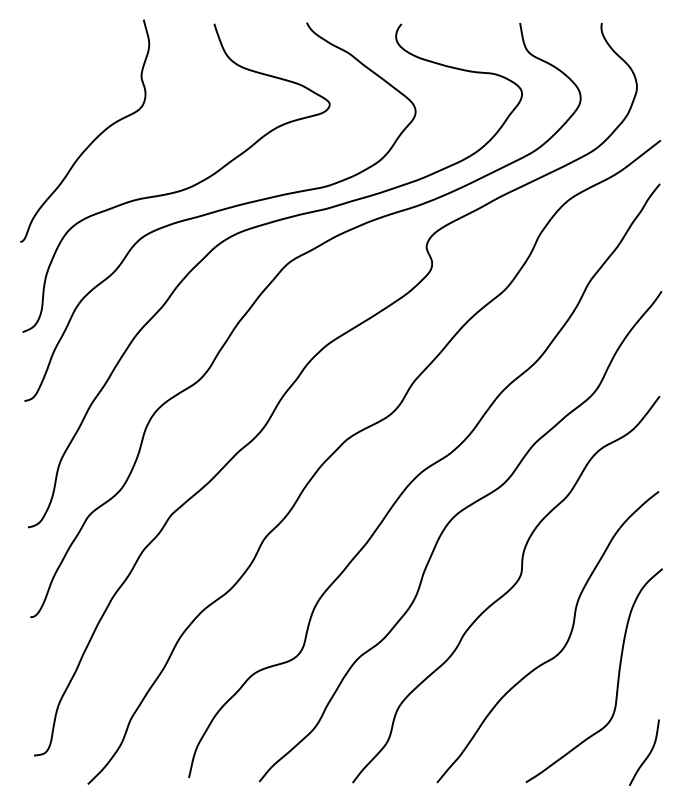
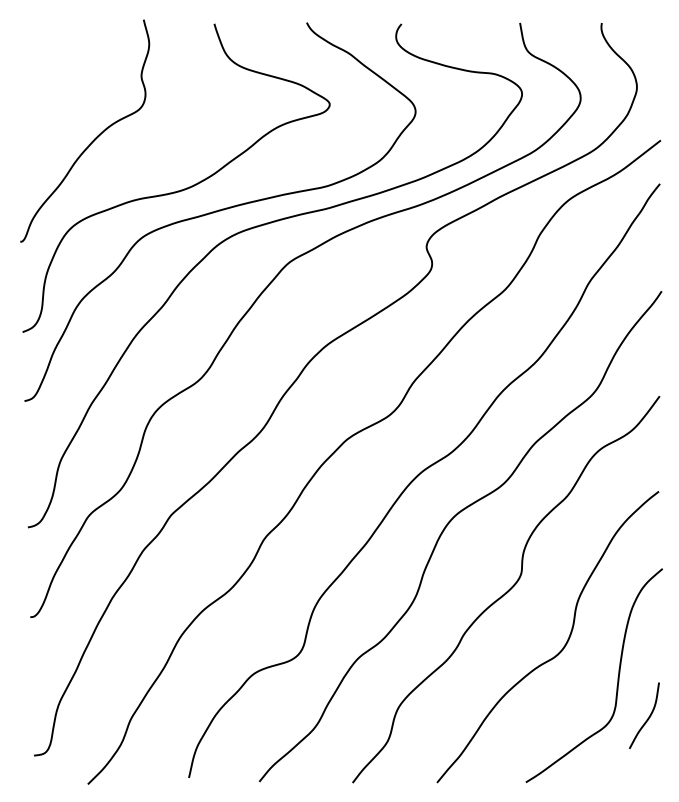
curve at (648, 753) position: (648, 753) -> (648, 716)
